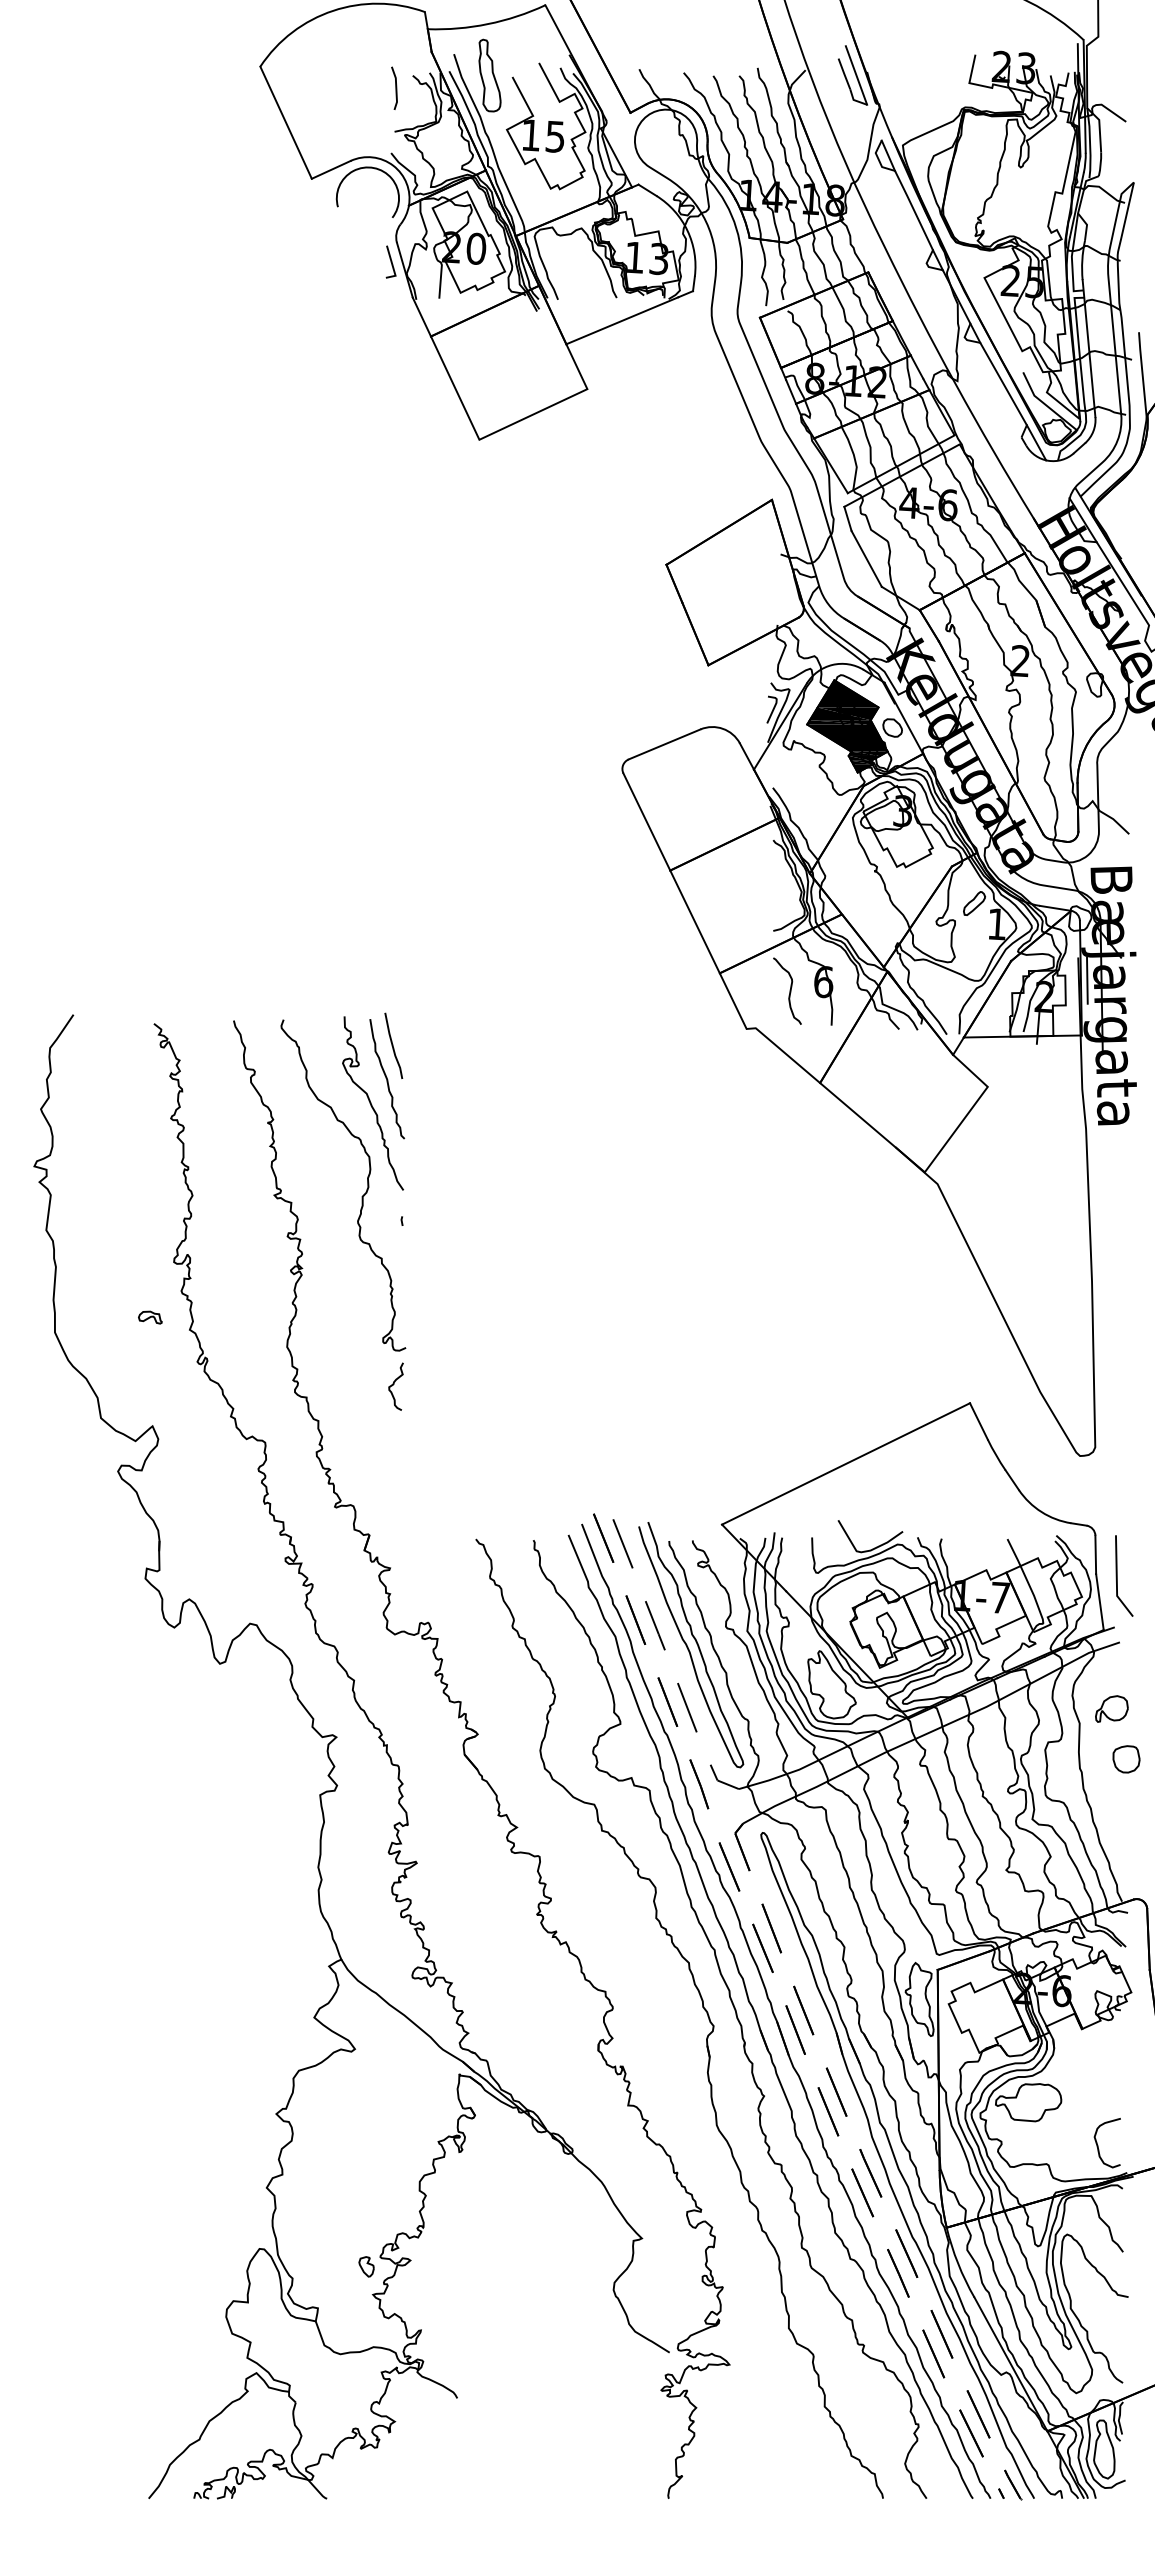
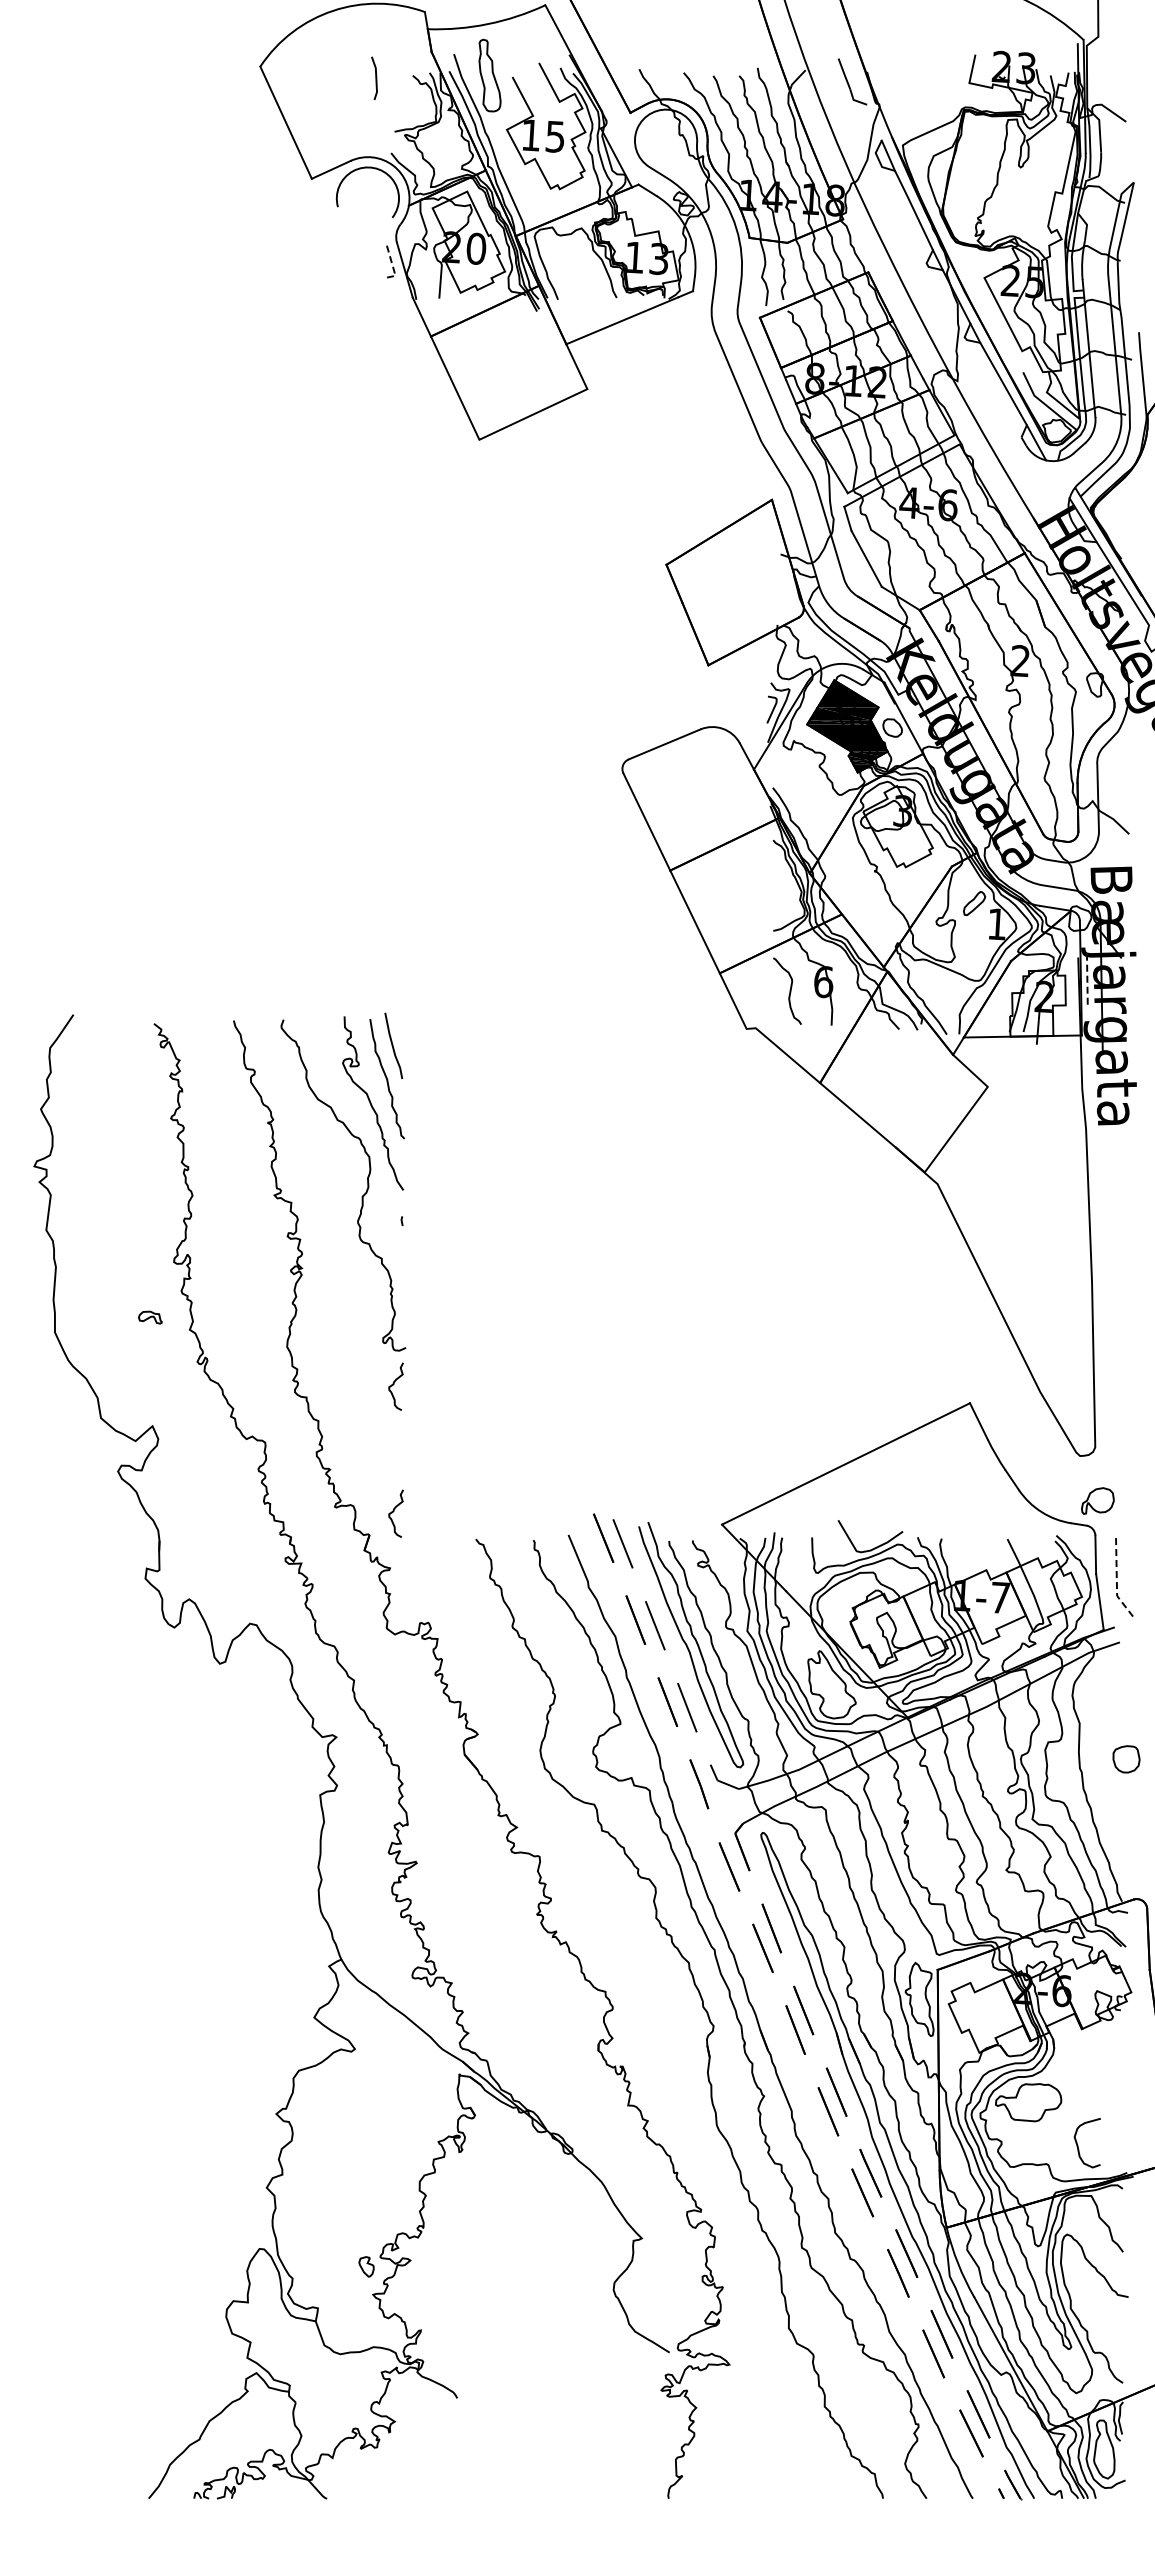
line at (856, 75): present -> none
line at (395, 87) position: (395, 87) -> (375, 77)
line at (392, 266): solid -> dashed
line at (1087, 980): solid -> dashed
curve at (394, 1511): none -> present
line at (1116, 1579): solid -> dashed
part at (1111, 1708) position: (1111, 1708) -> (1097, 1500)
part at (775, 2015): present -> none
curve at (1098, 2145) position: (1098, 2145) -> (1078, 2145)
